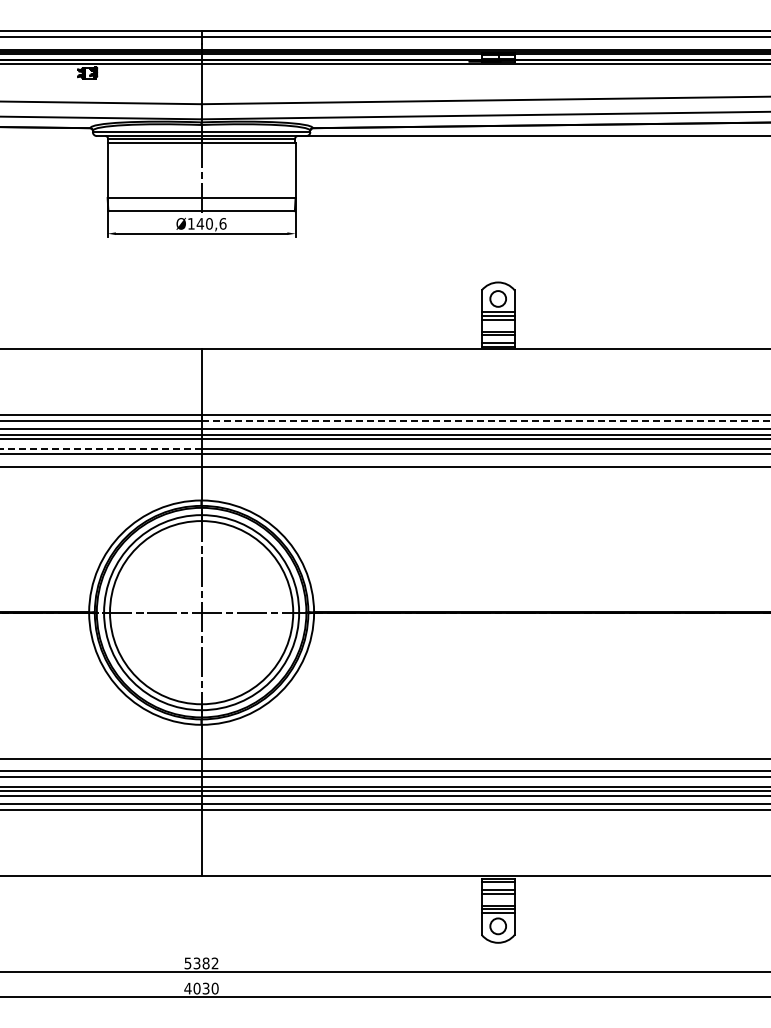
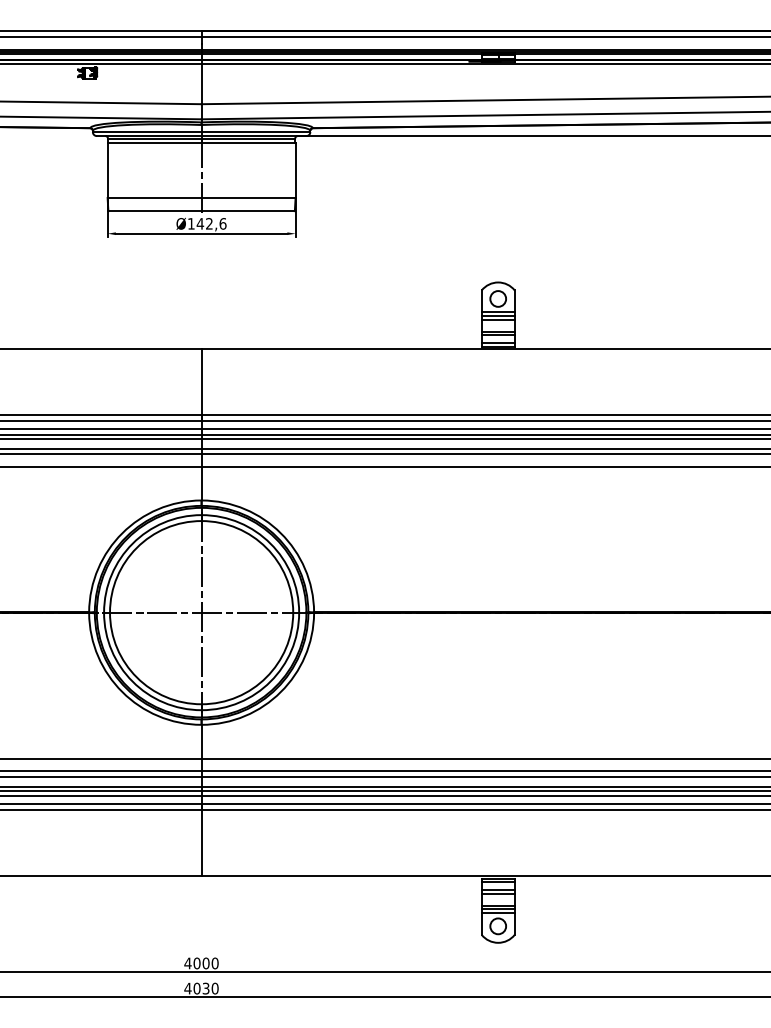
text at (209, 223): Ø140,6 -> Ø142,6
line at (486, 421): dashed -> solid
line at (100, 448): dashed -> solid
text at (201, 963): 5382 -> 4000
